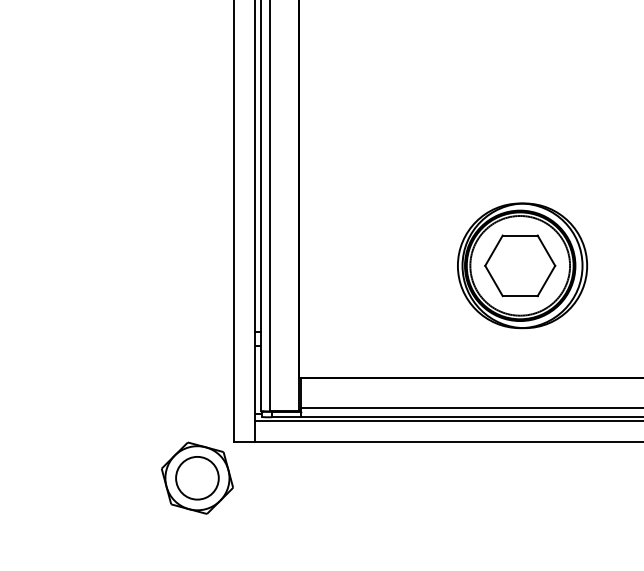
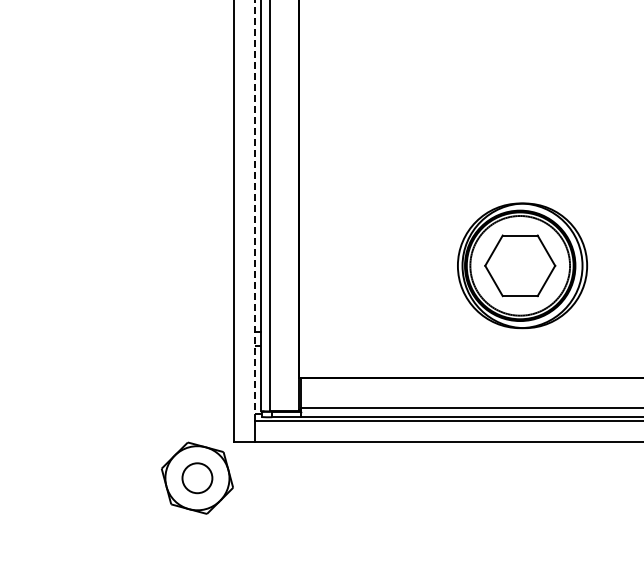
line at (254, 210): solid -> dashed
circle at (197, 477) diameter: 43 px -> 30 px
